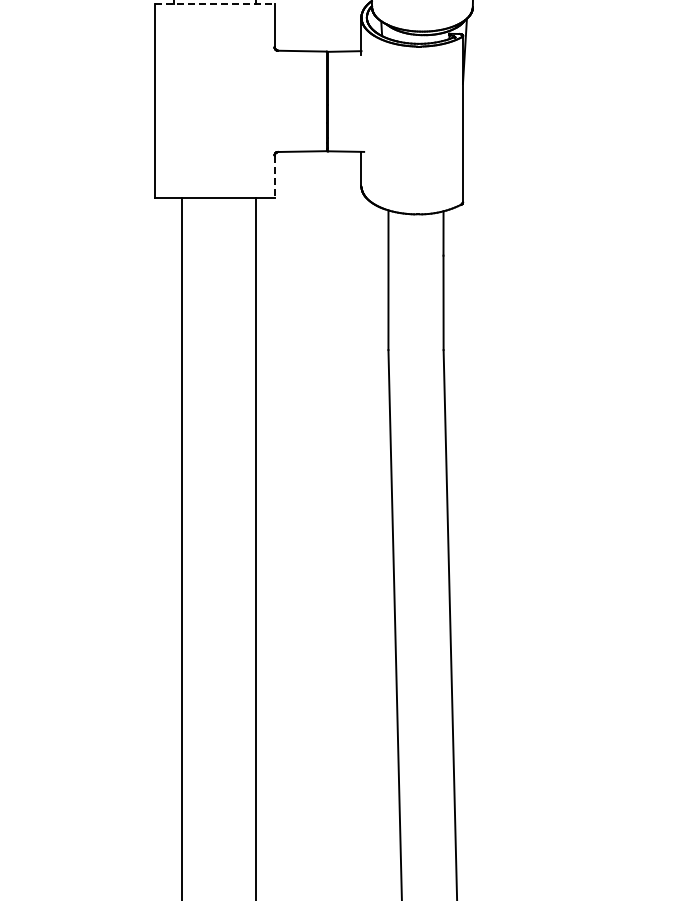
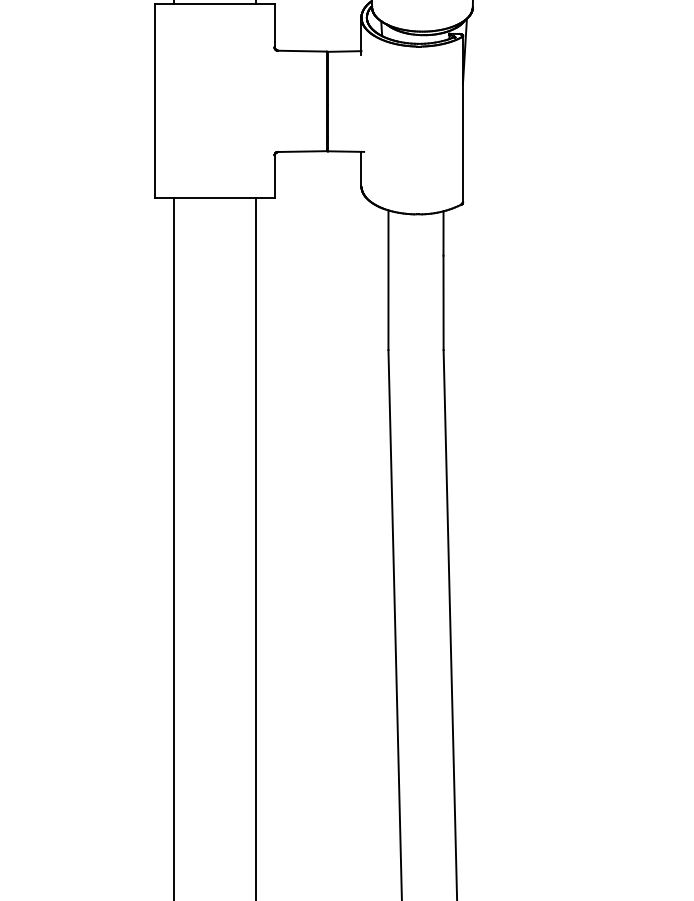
line at (214, 4): dashed -> solid
line at (274, 177): dashed -> solid
line at (182, 547) position: (182, 547) -> (174, 547)
